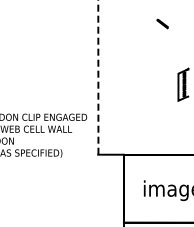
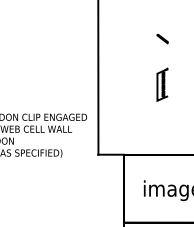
curve at (162, 23) position: (162, 23) -> (162, 38)
line at (98, 77): dashed -> solid
part at (183, 84) position: (183, 84) -> (162, 84)
